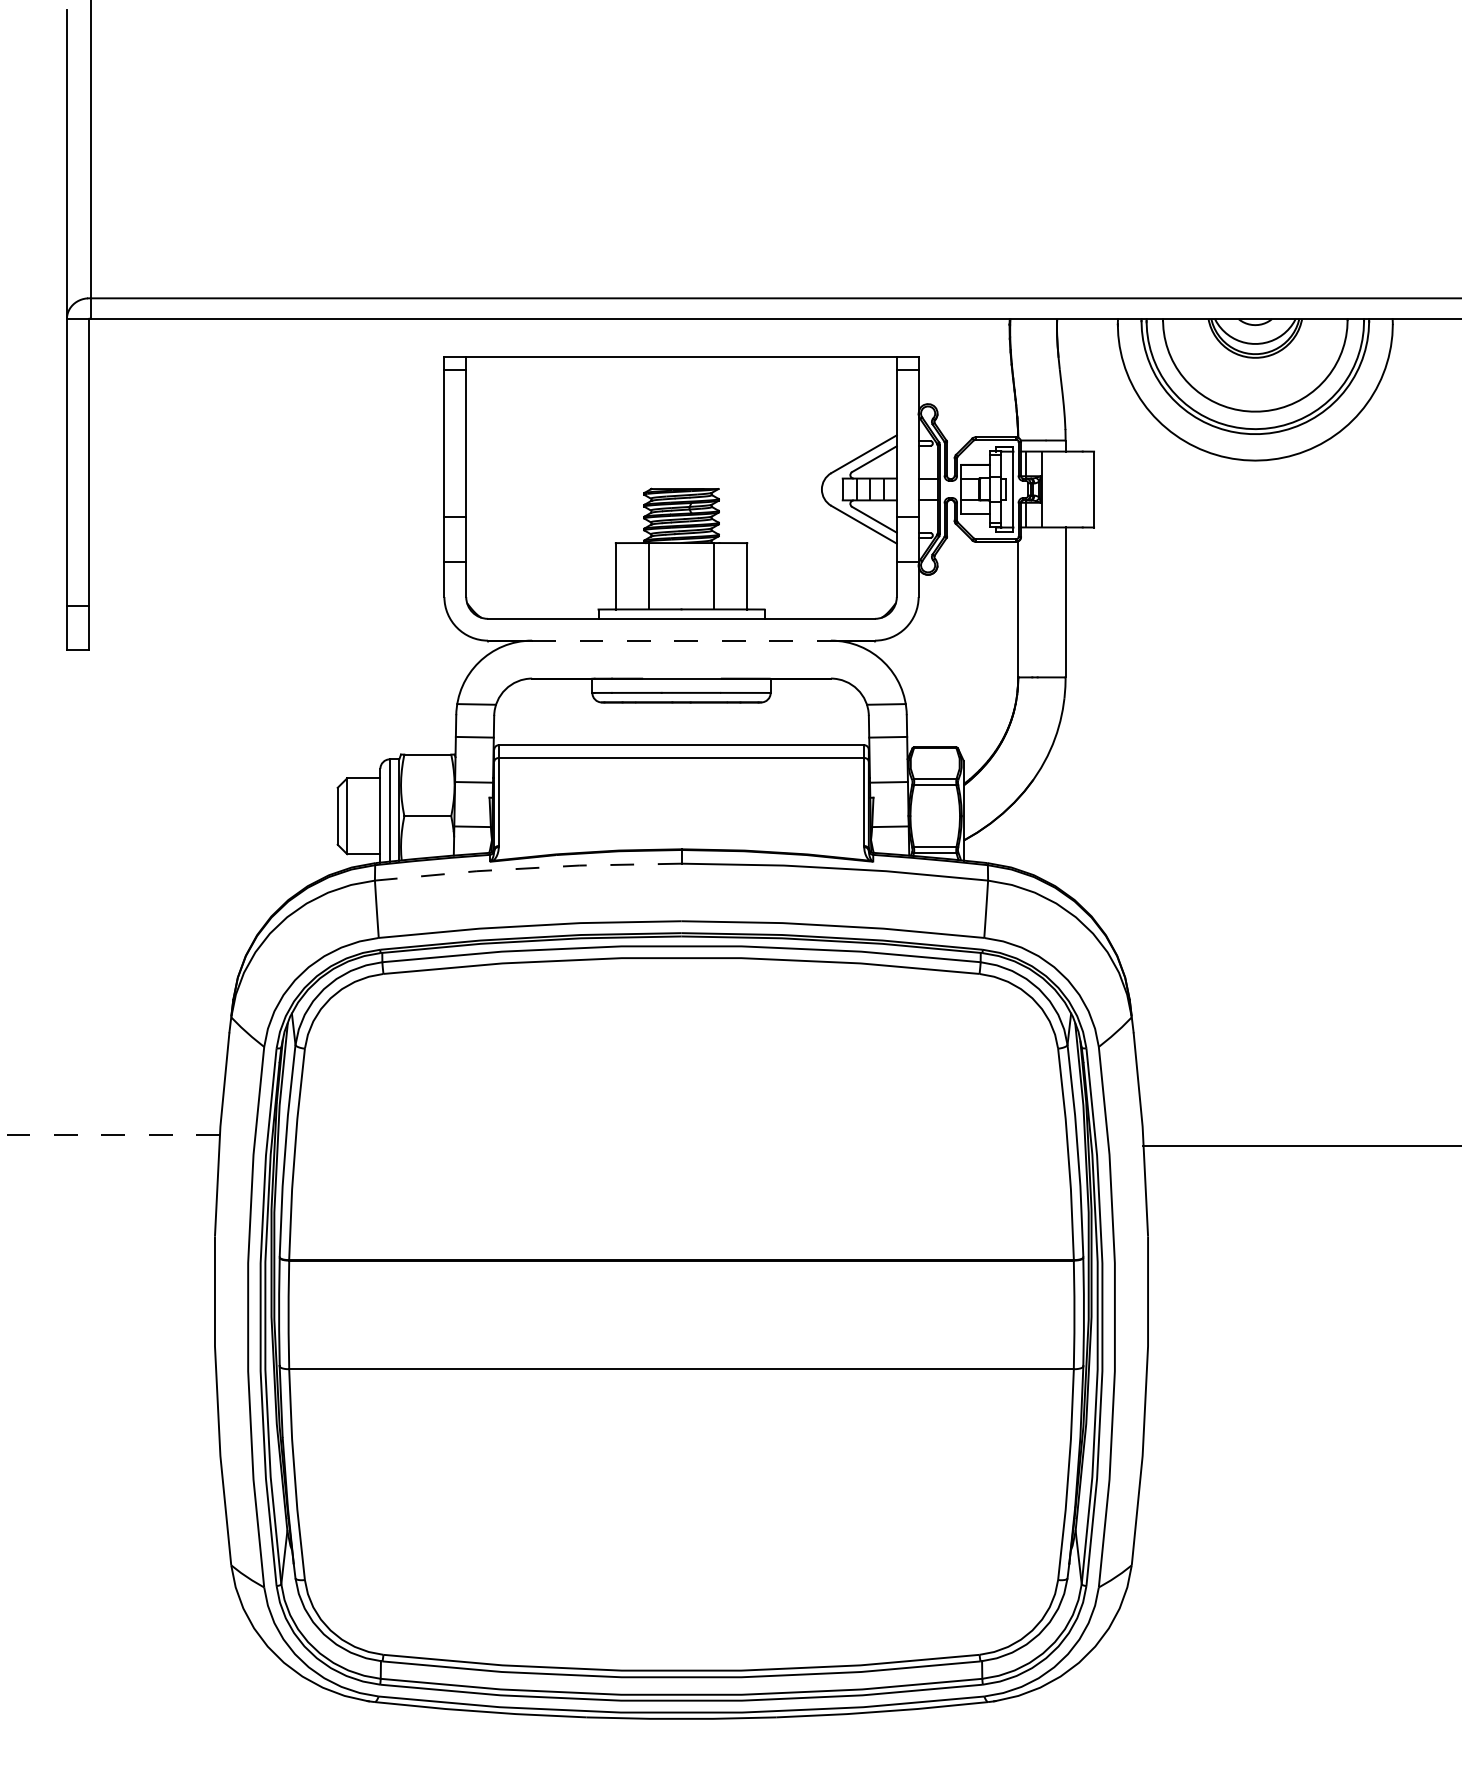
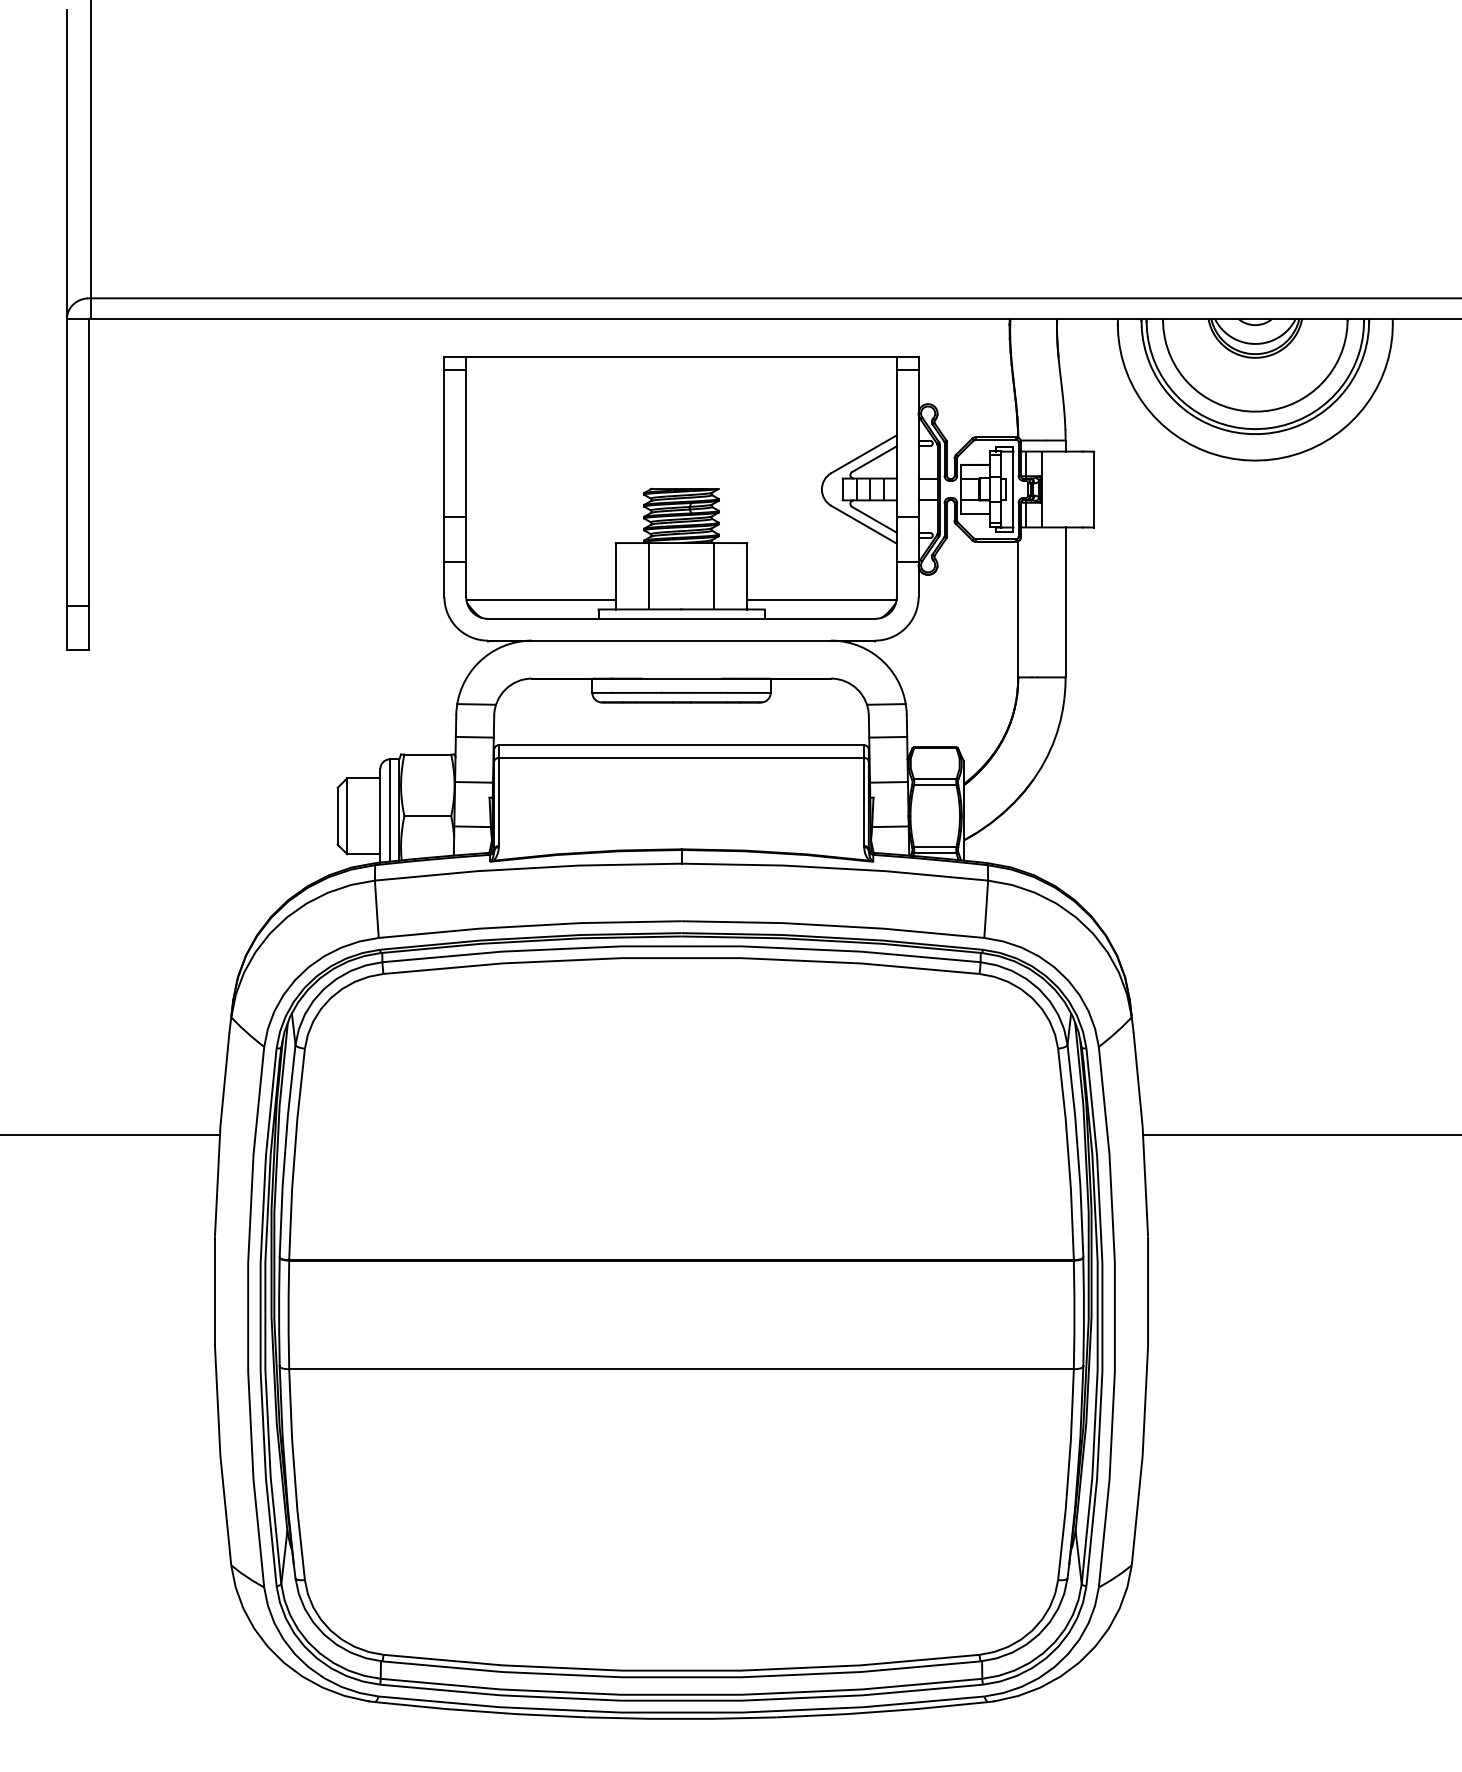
line at (540, 600): none -> present
line at (821, 600): none -> present
line at (682, 640): dashed -> solid
line at (527, 868): dashed -> solid
line at (110, 1134): dashed -> solid
line at (1300, 1145) position: (1300, 1145) -> (1300, 1134)
